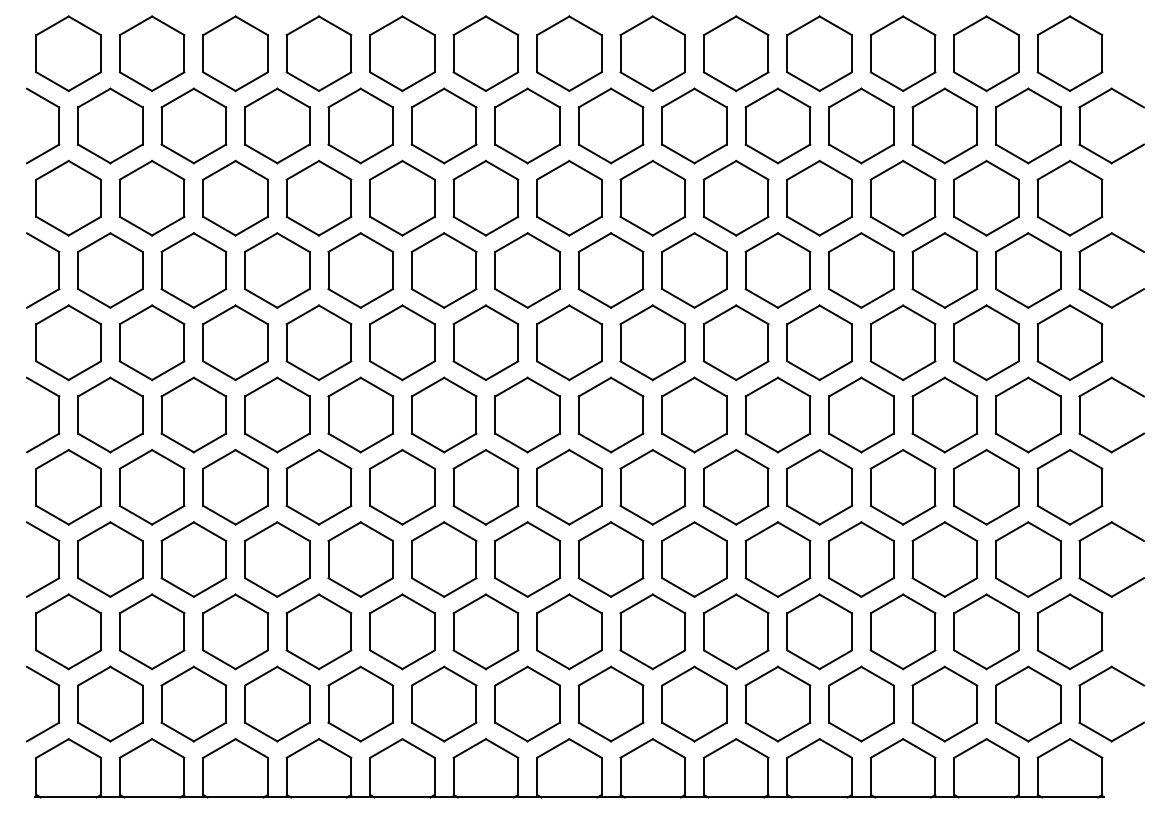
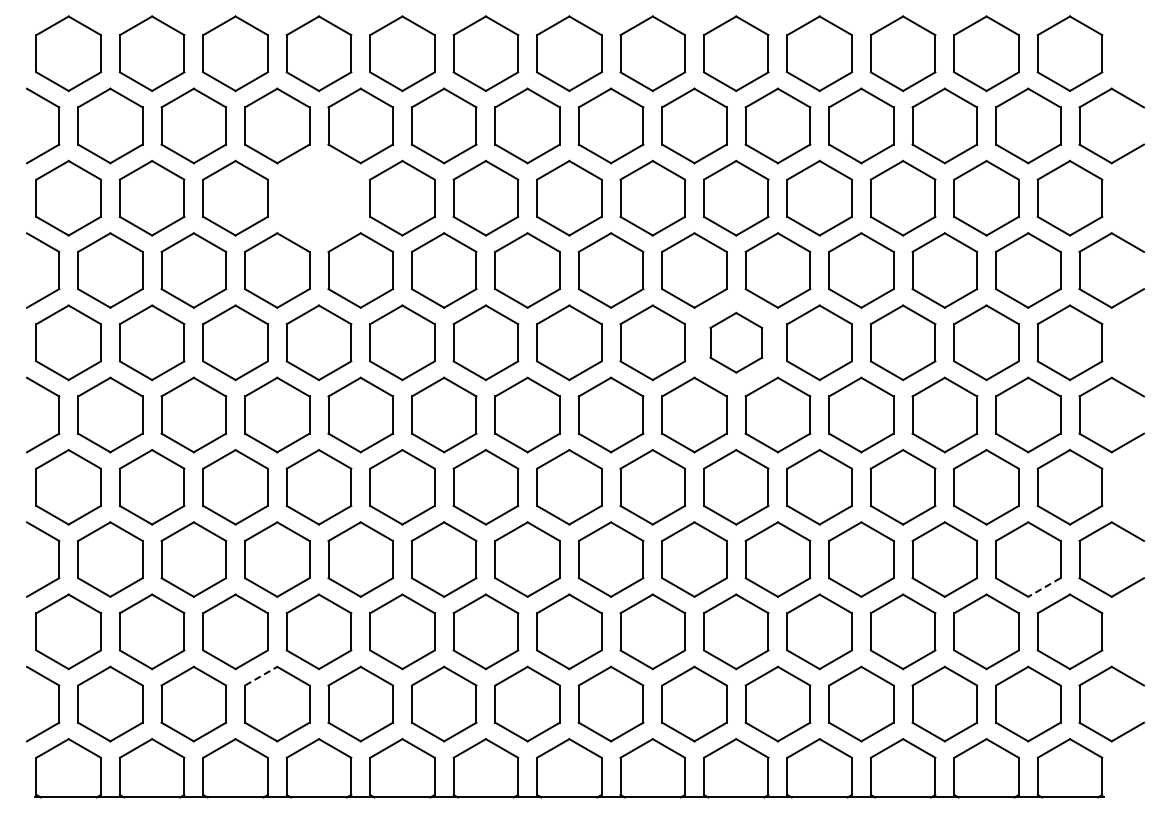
part at (318, 198): present -> none
part at (736, 342) size: 67x78 px -> 55x63 px
line at (1044, 587): solid -> dashed
line at (261, 676): solid -> dashed
